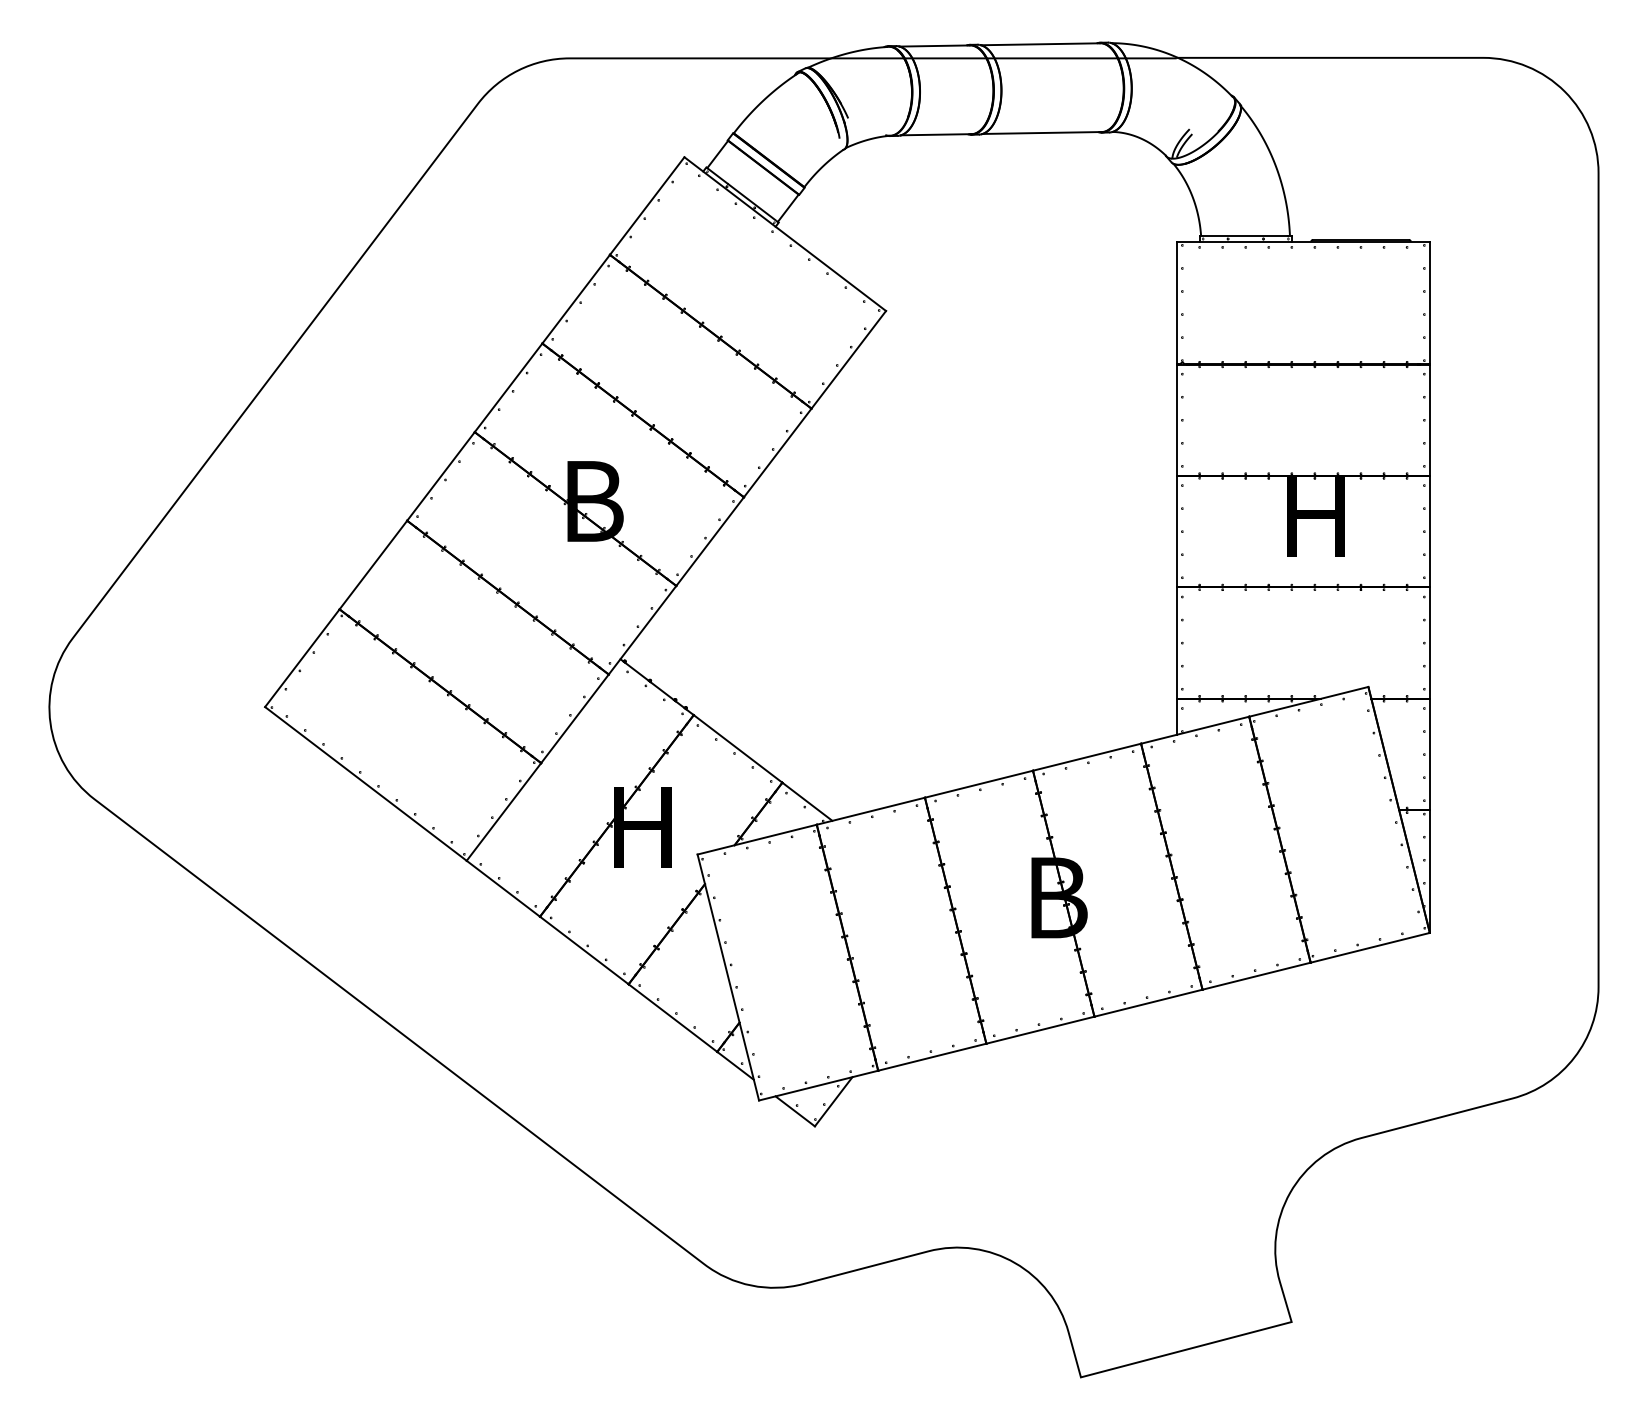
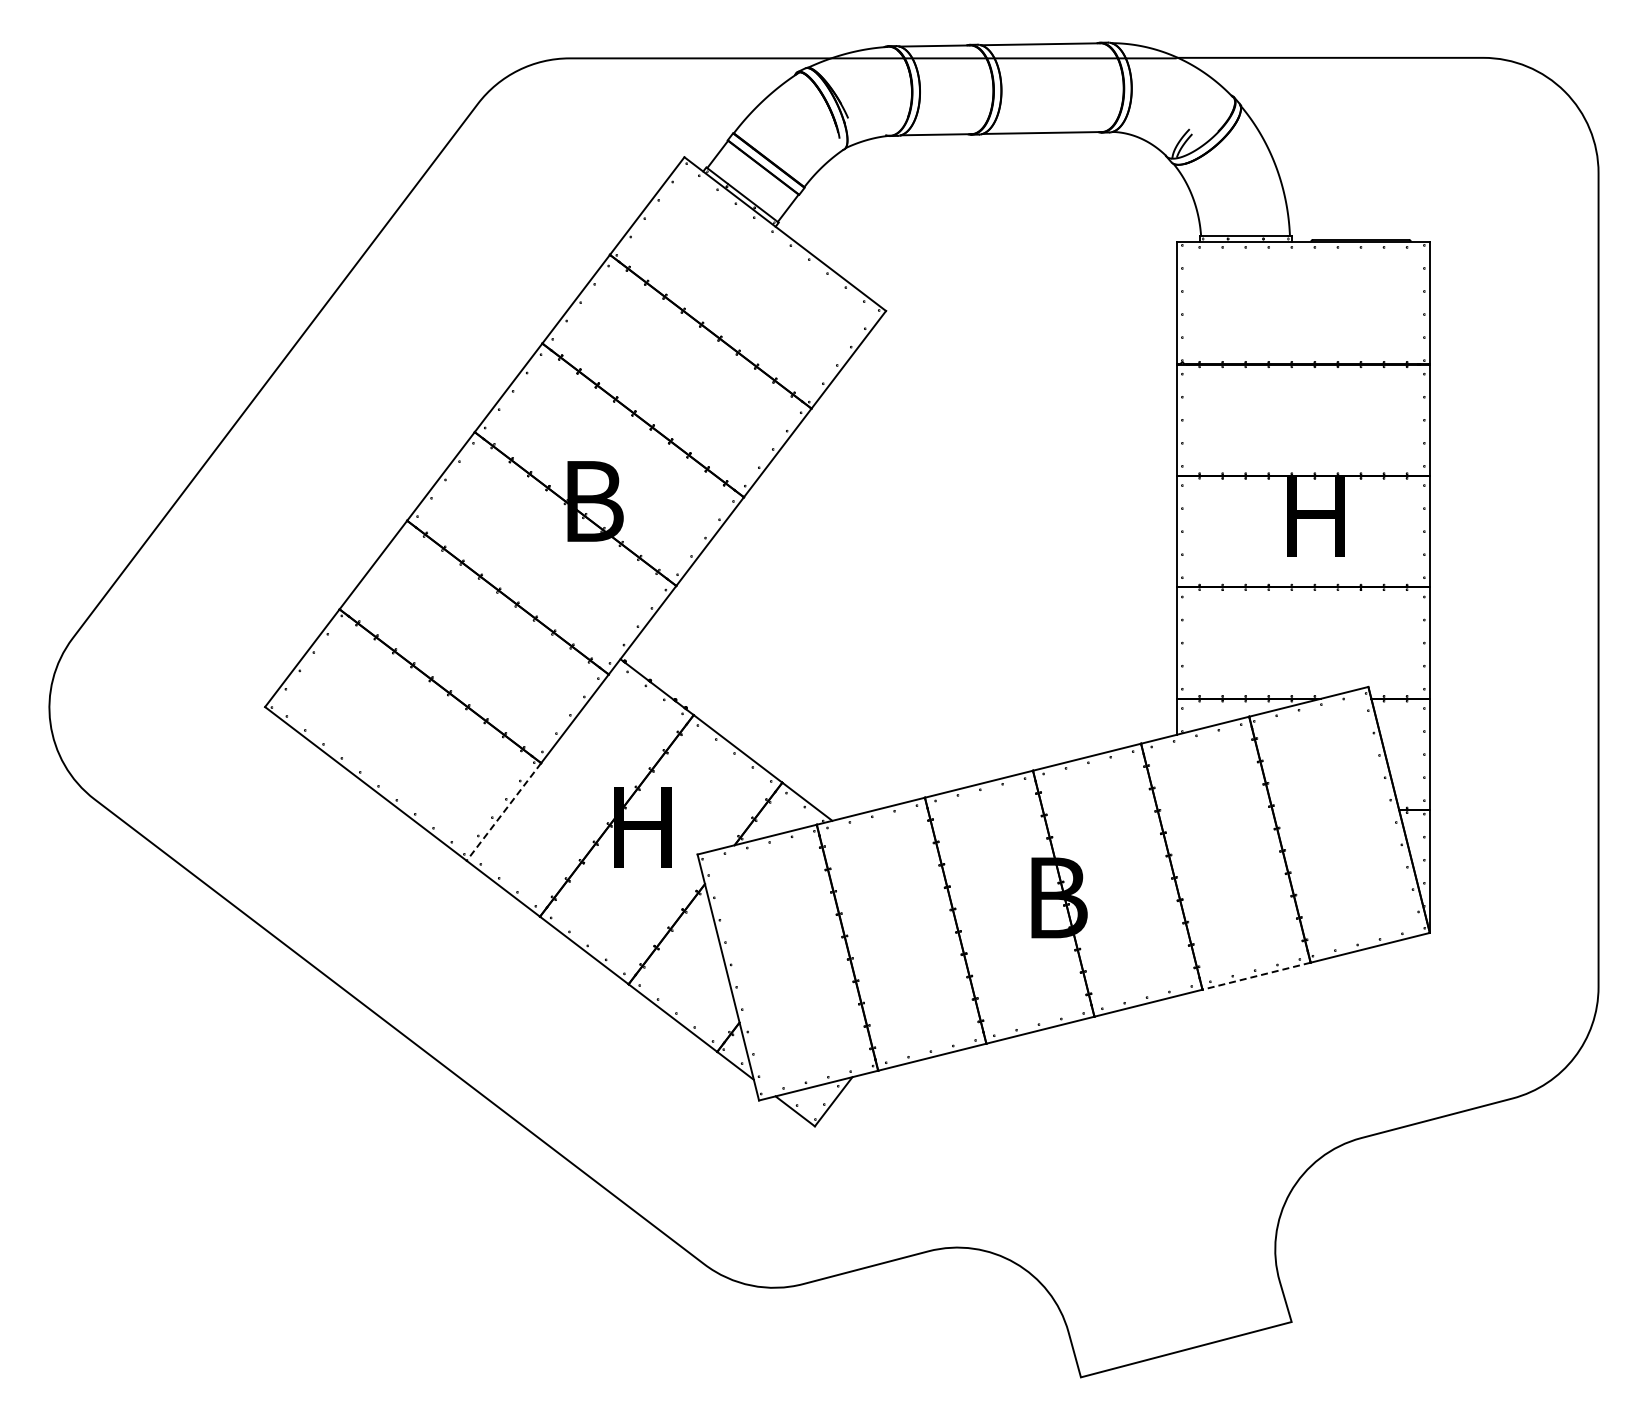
line at (503, 812): solid -> dashed
line at (1256, 976): solid -> dashed
